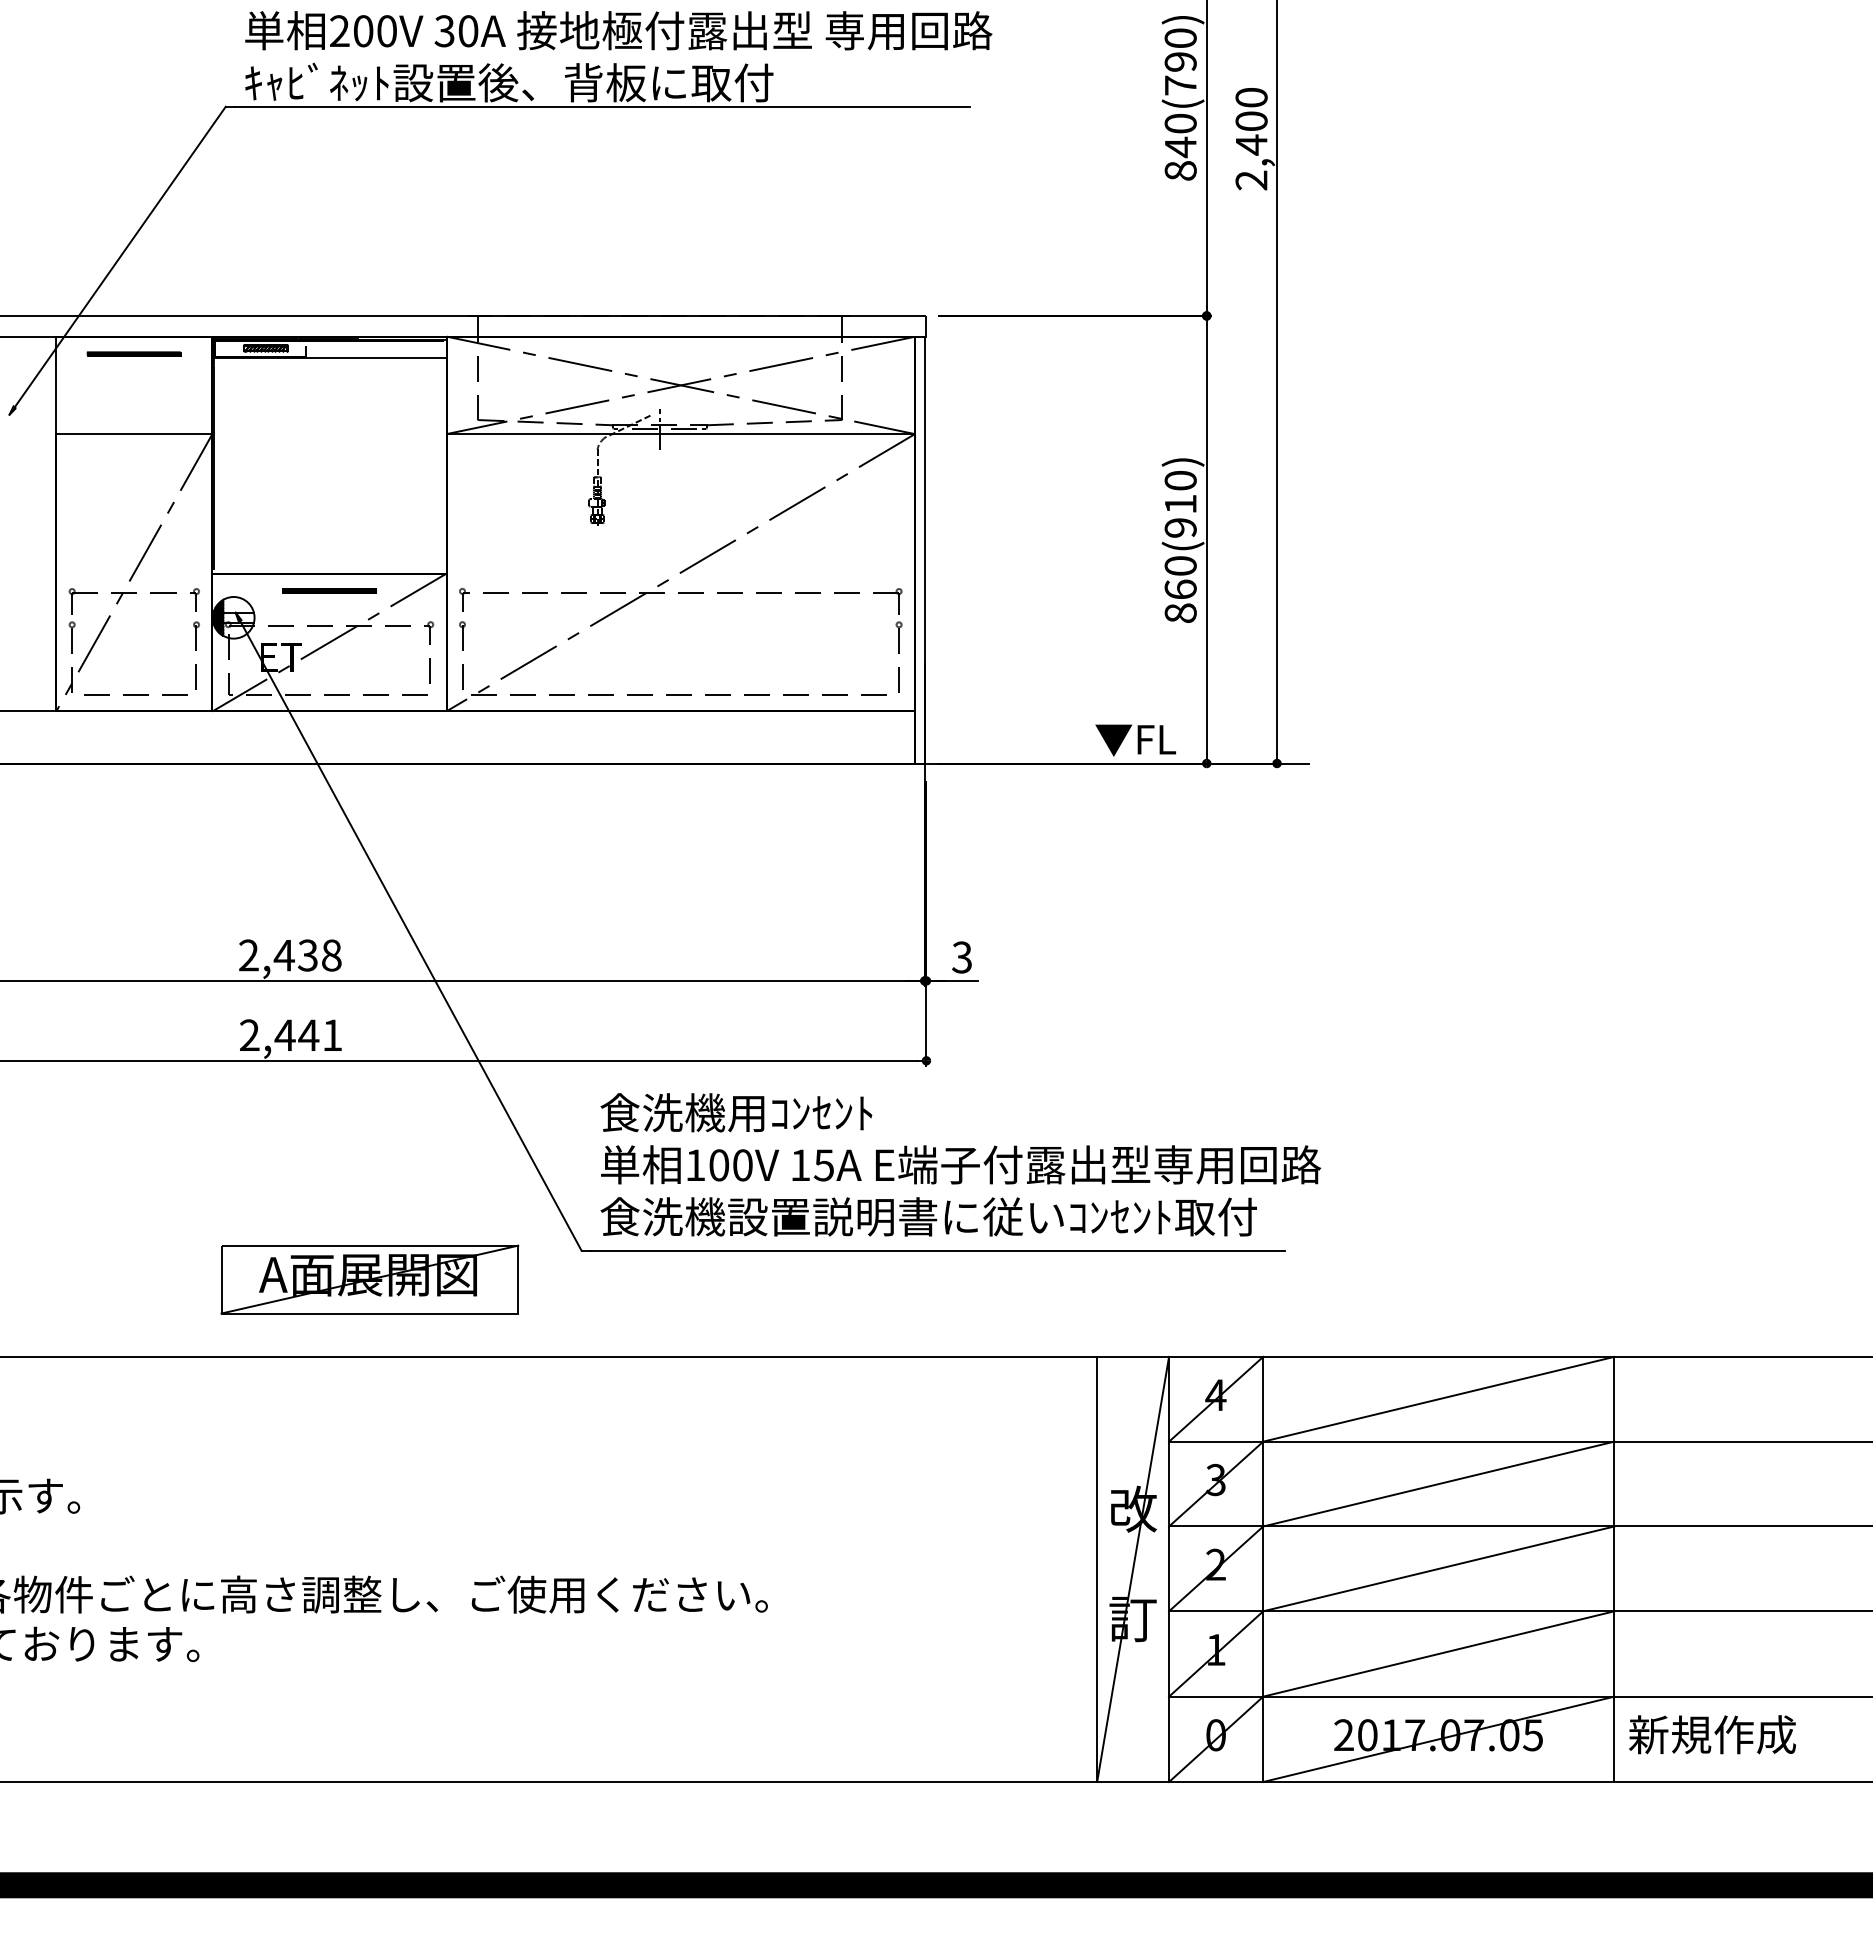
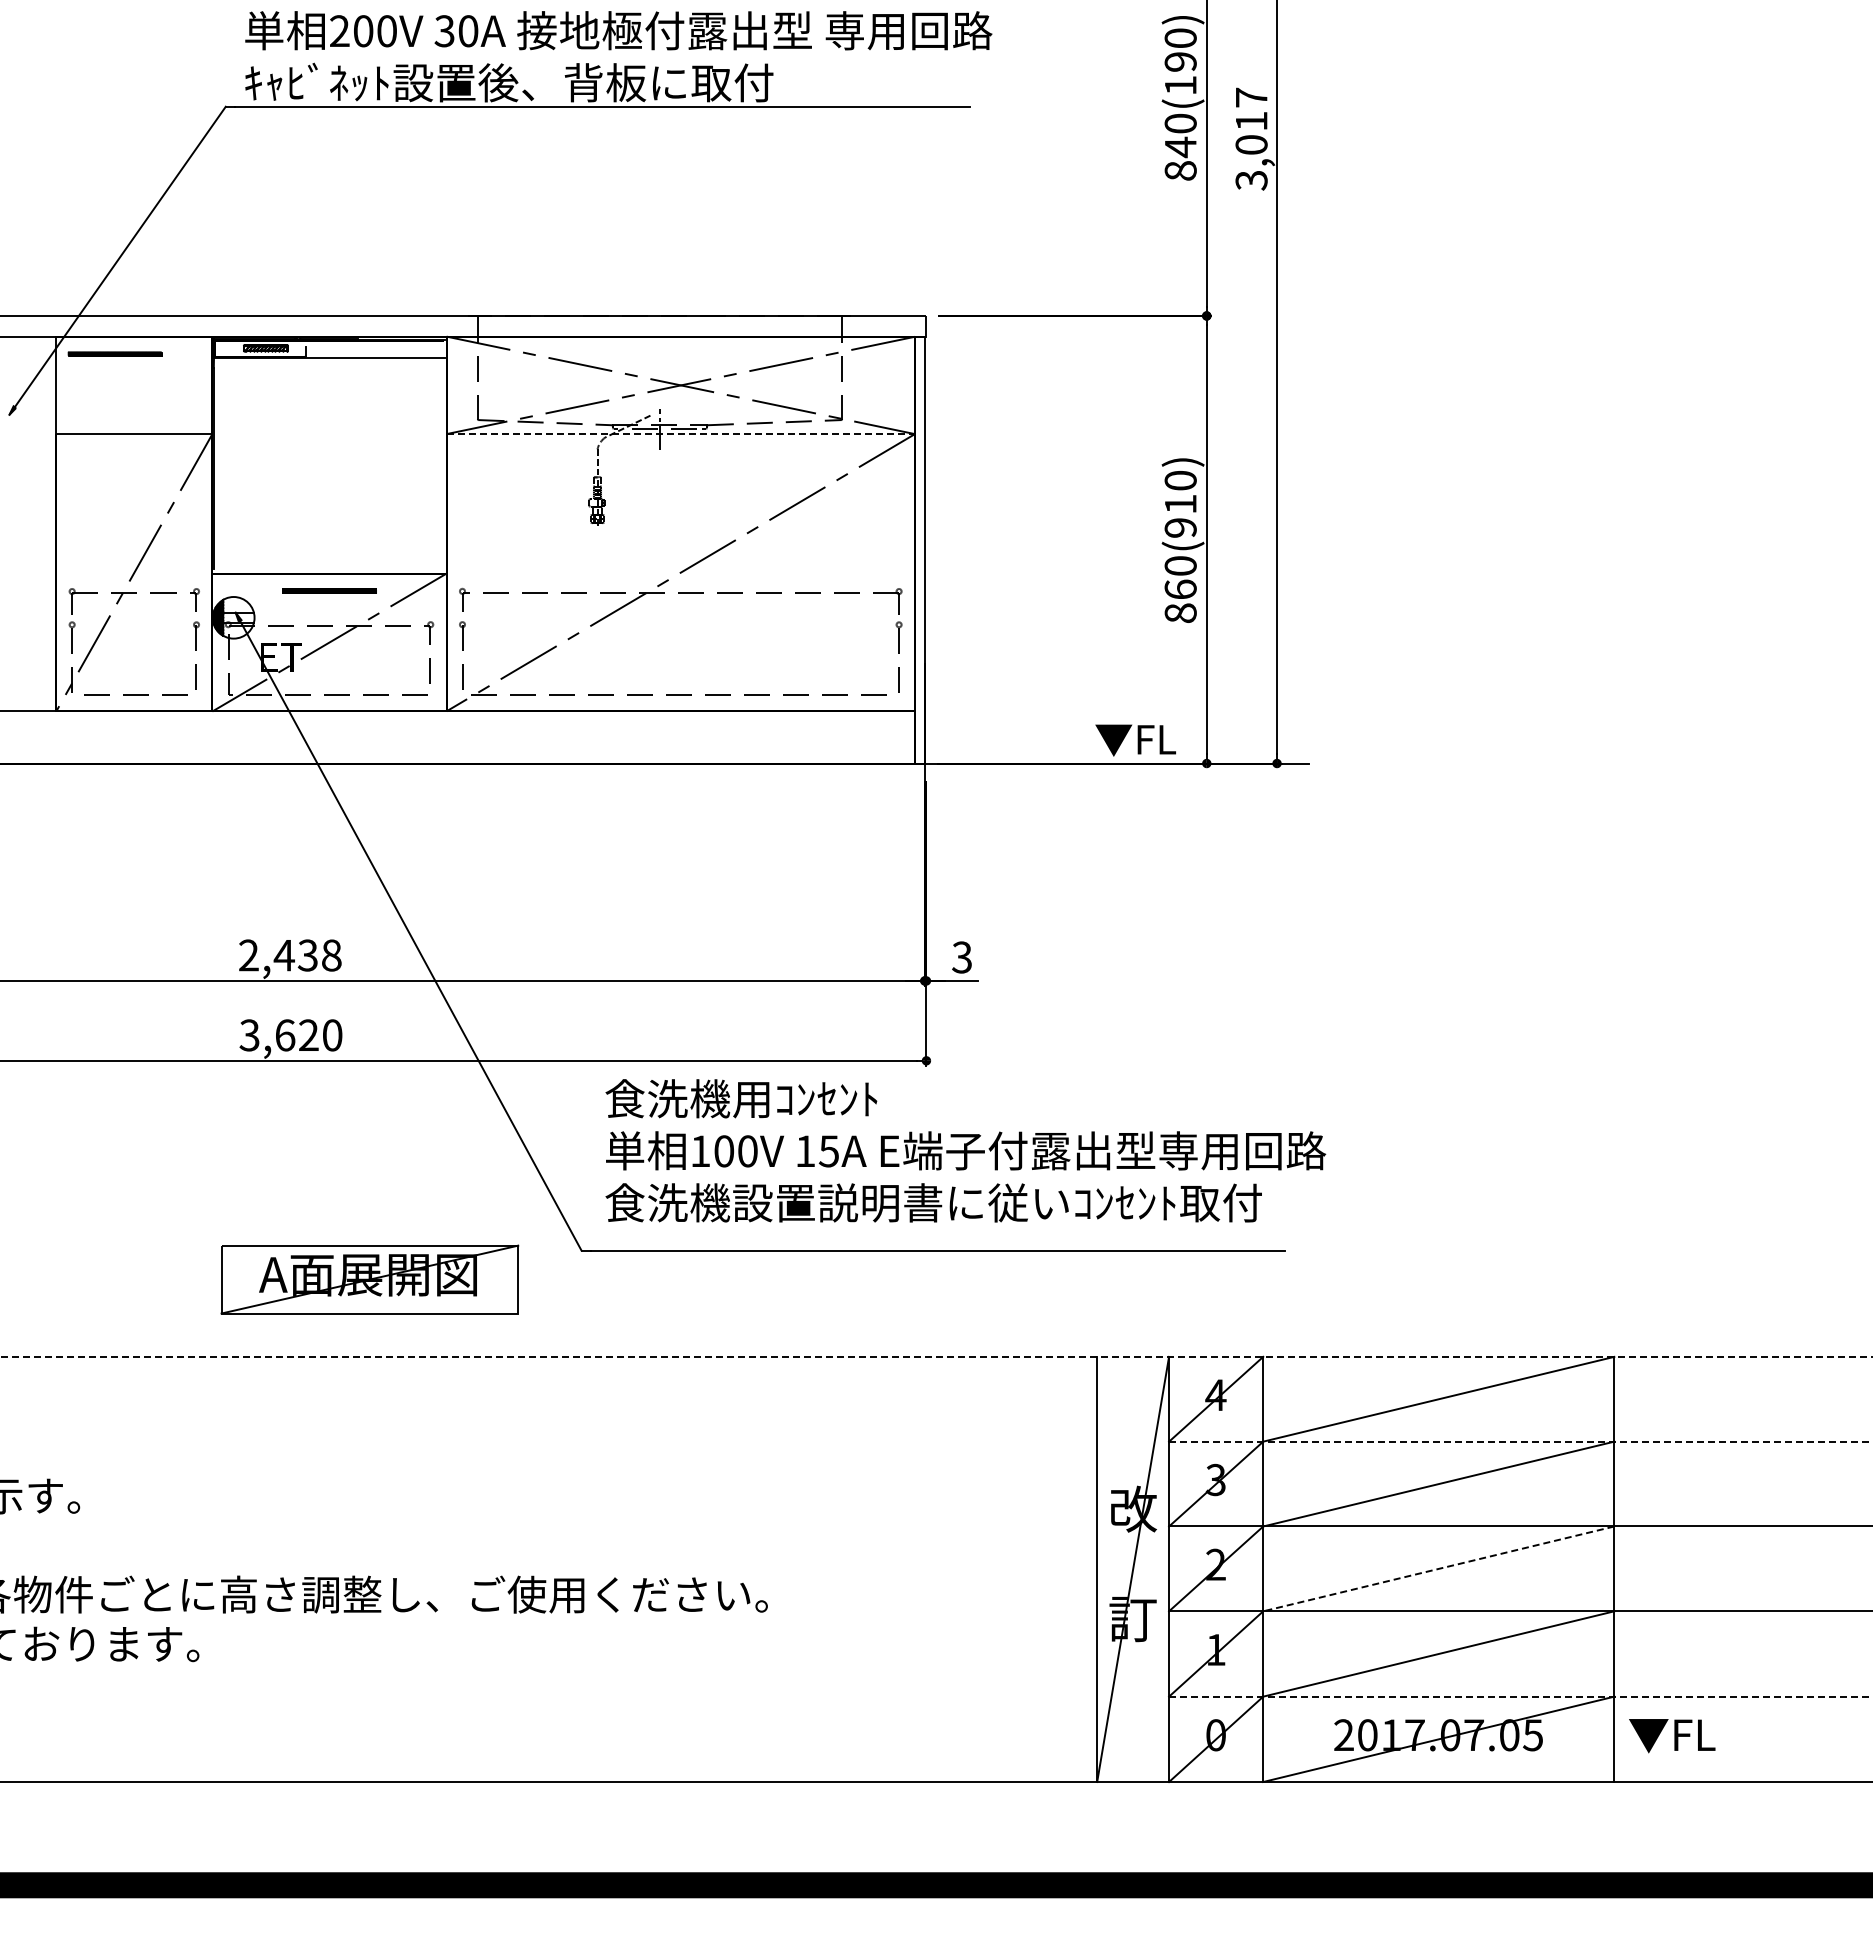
text at (1180, 85): 840(790) -> 840(190)
text at (1251, 138): 2,400 -> 3,017
part at (133, 353) position: (133, 353) -> (114, 353)
line at (681, 434): solid -> dashed
text at (290, 1035): 2,441 -> 3,620
text at (960, 1164) position: (960, 1164) -> (965, 1150)
line at (937, 1356): solid -> dashed
line at (1521, 1441): solid -> dashed
line at (1438, 1568): solid -> dashed
line at (1521, 1696): solid -> dashed
text at (1712, 1734): 新規作成 -> ▼FL
